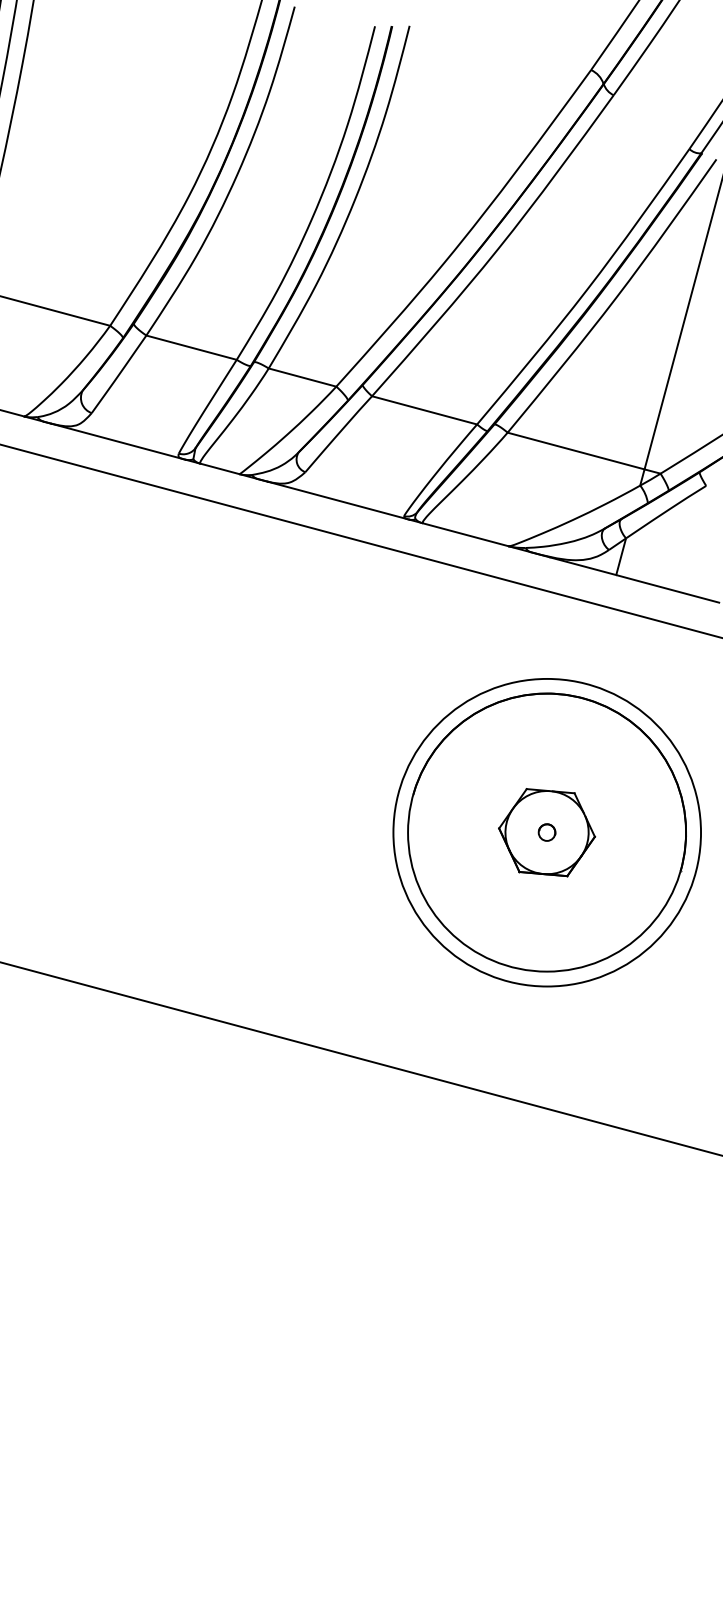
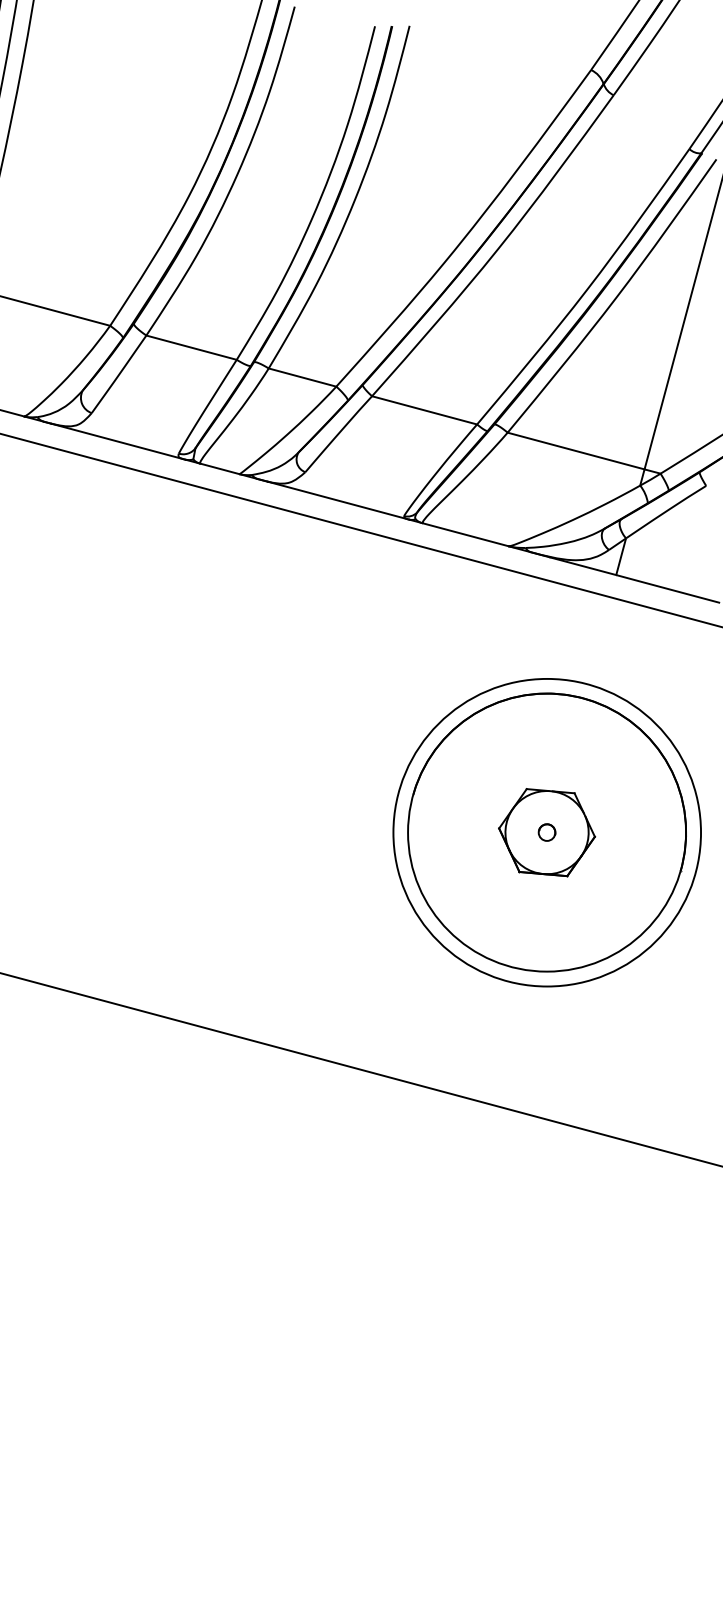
line at (360, 541) position: (360, 541) -> (360, 530)
line at (360, 1058) position: (360, 1058) -> (360, 1069)
